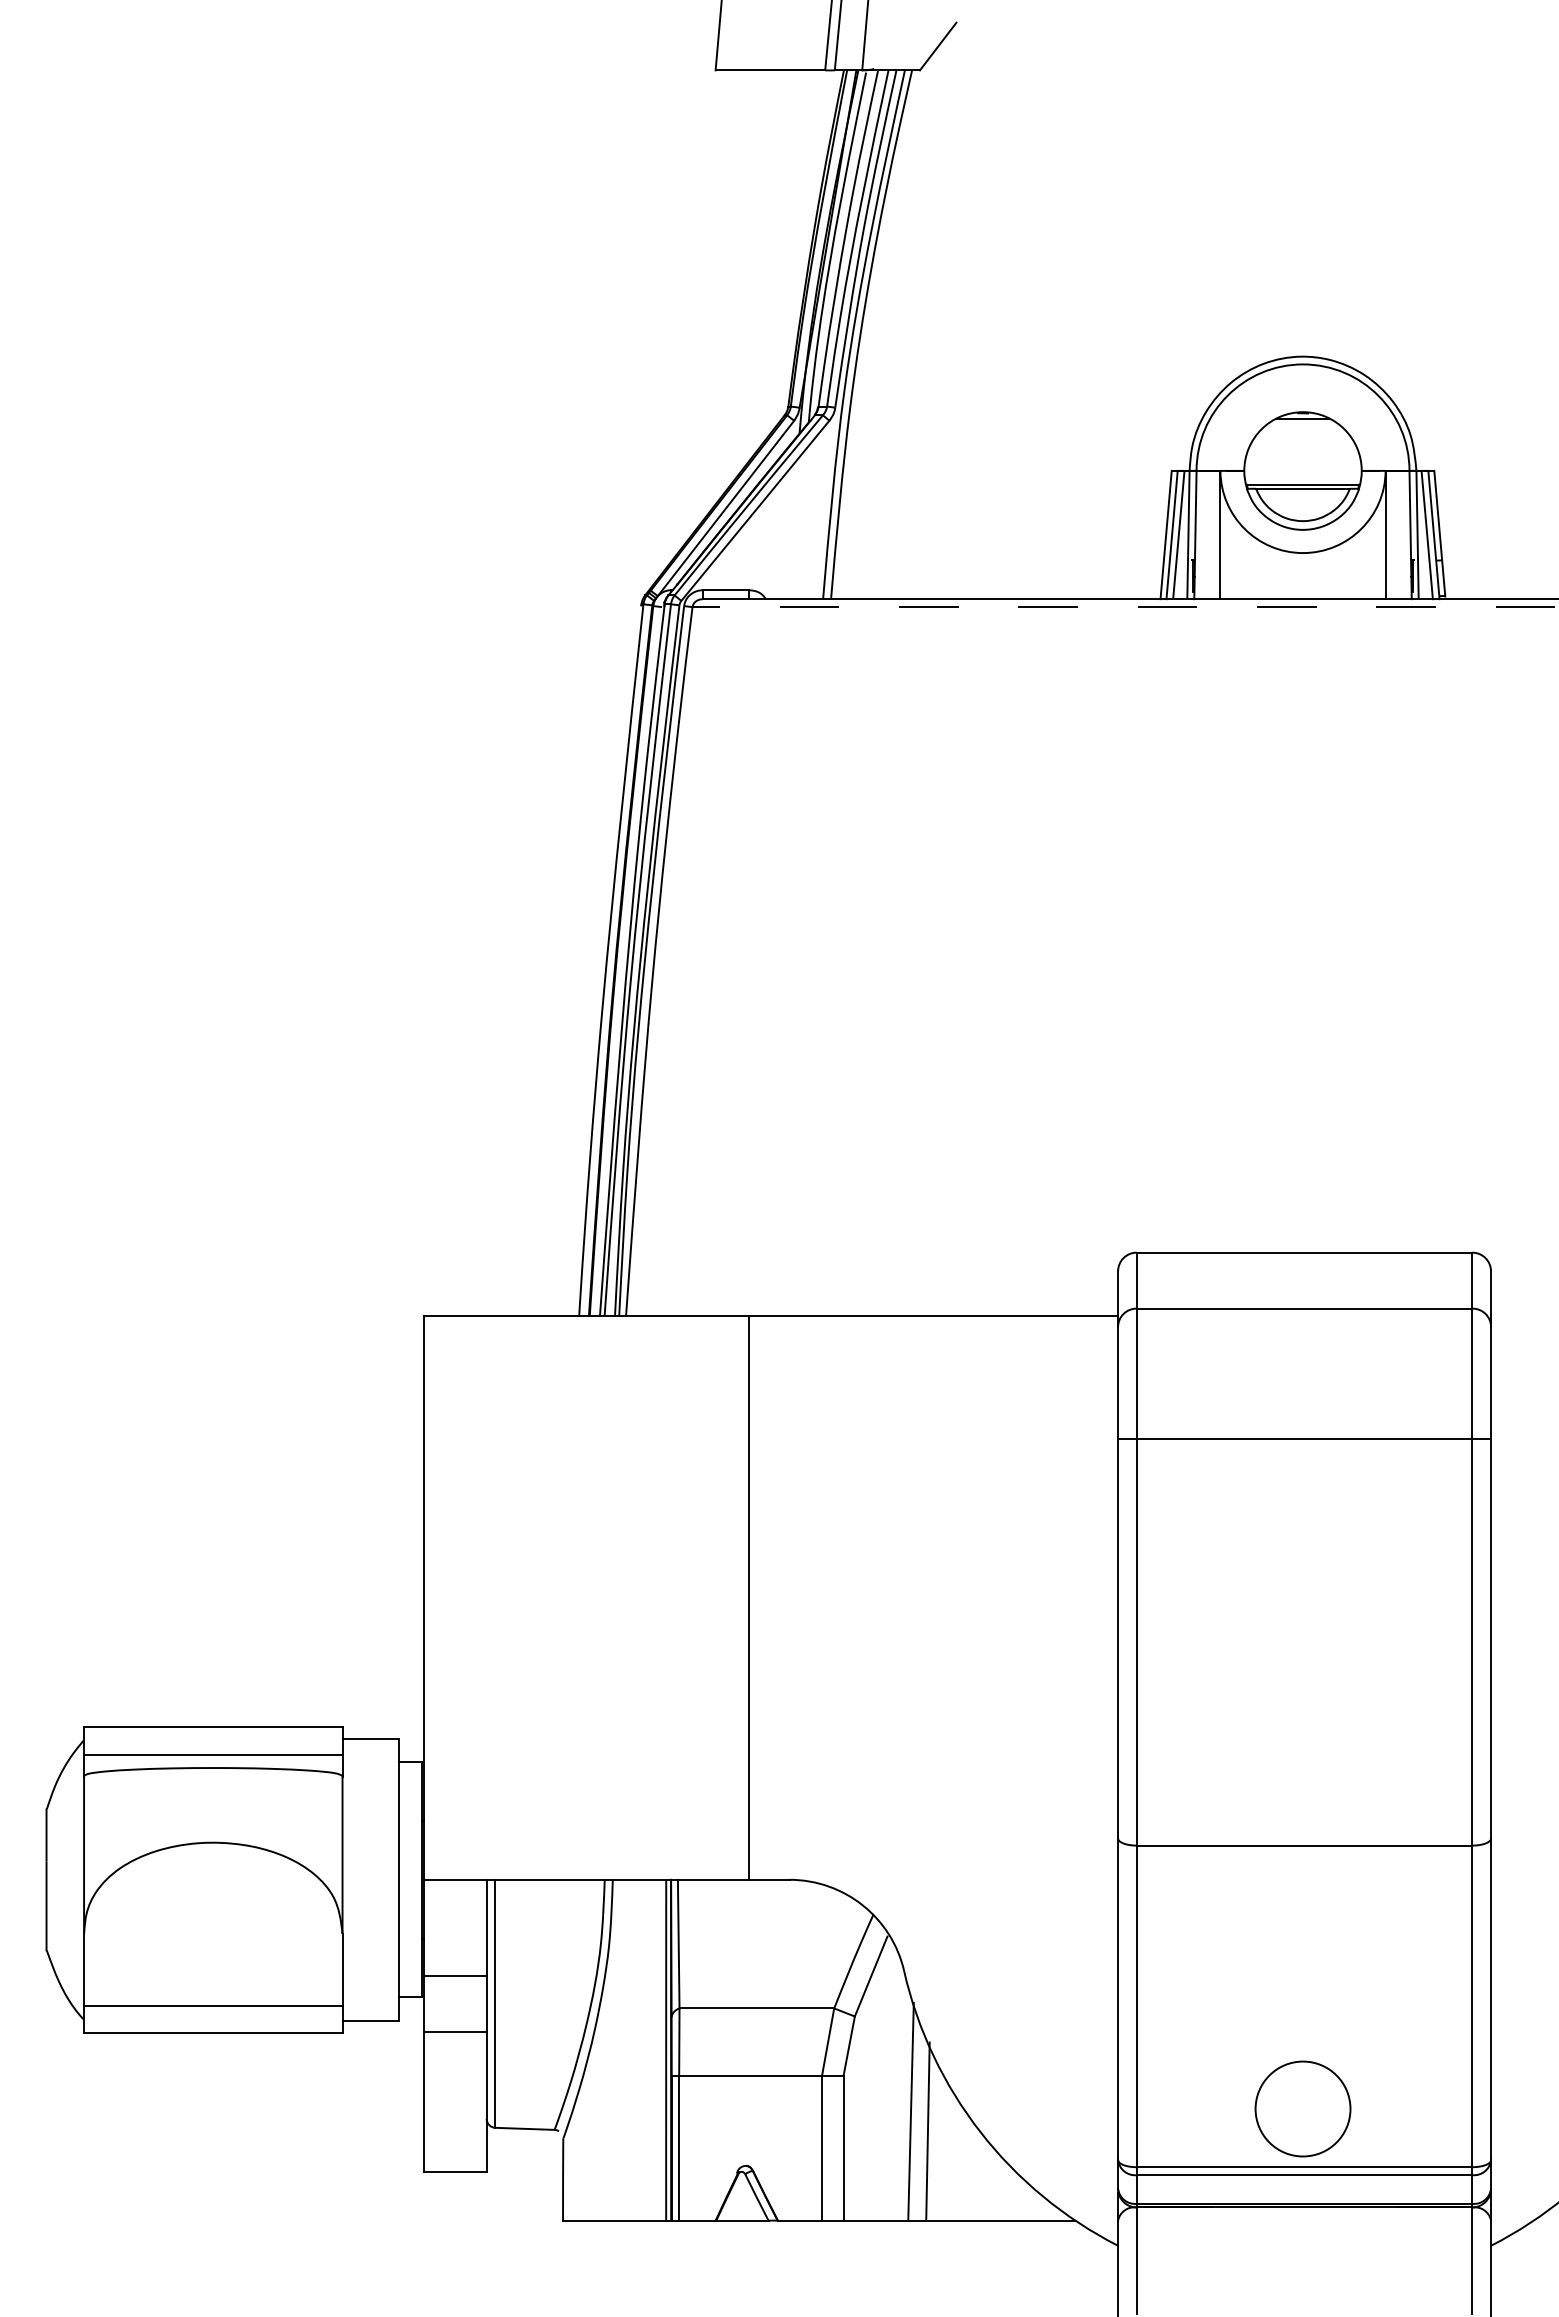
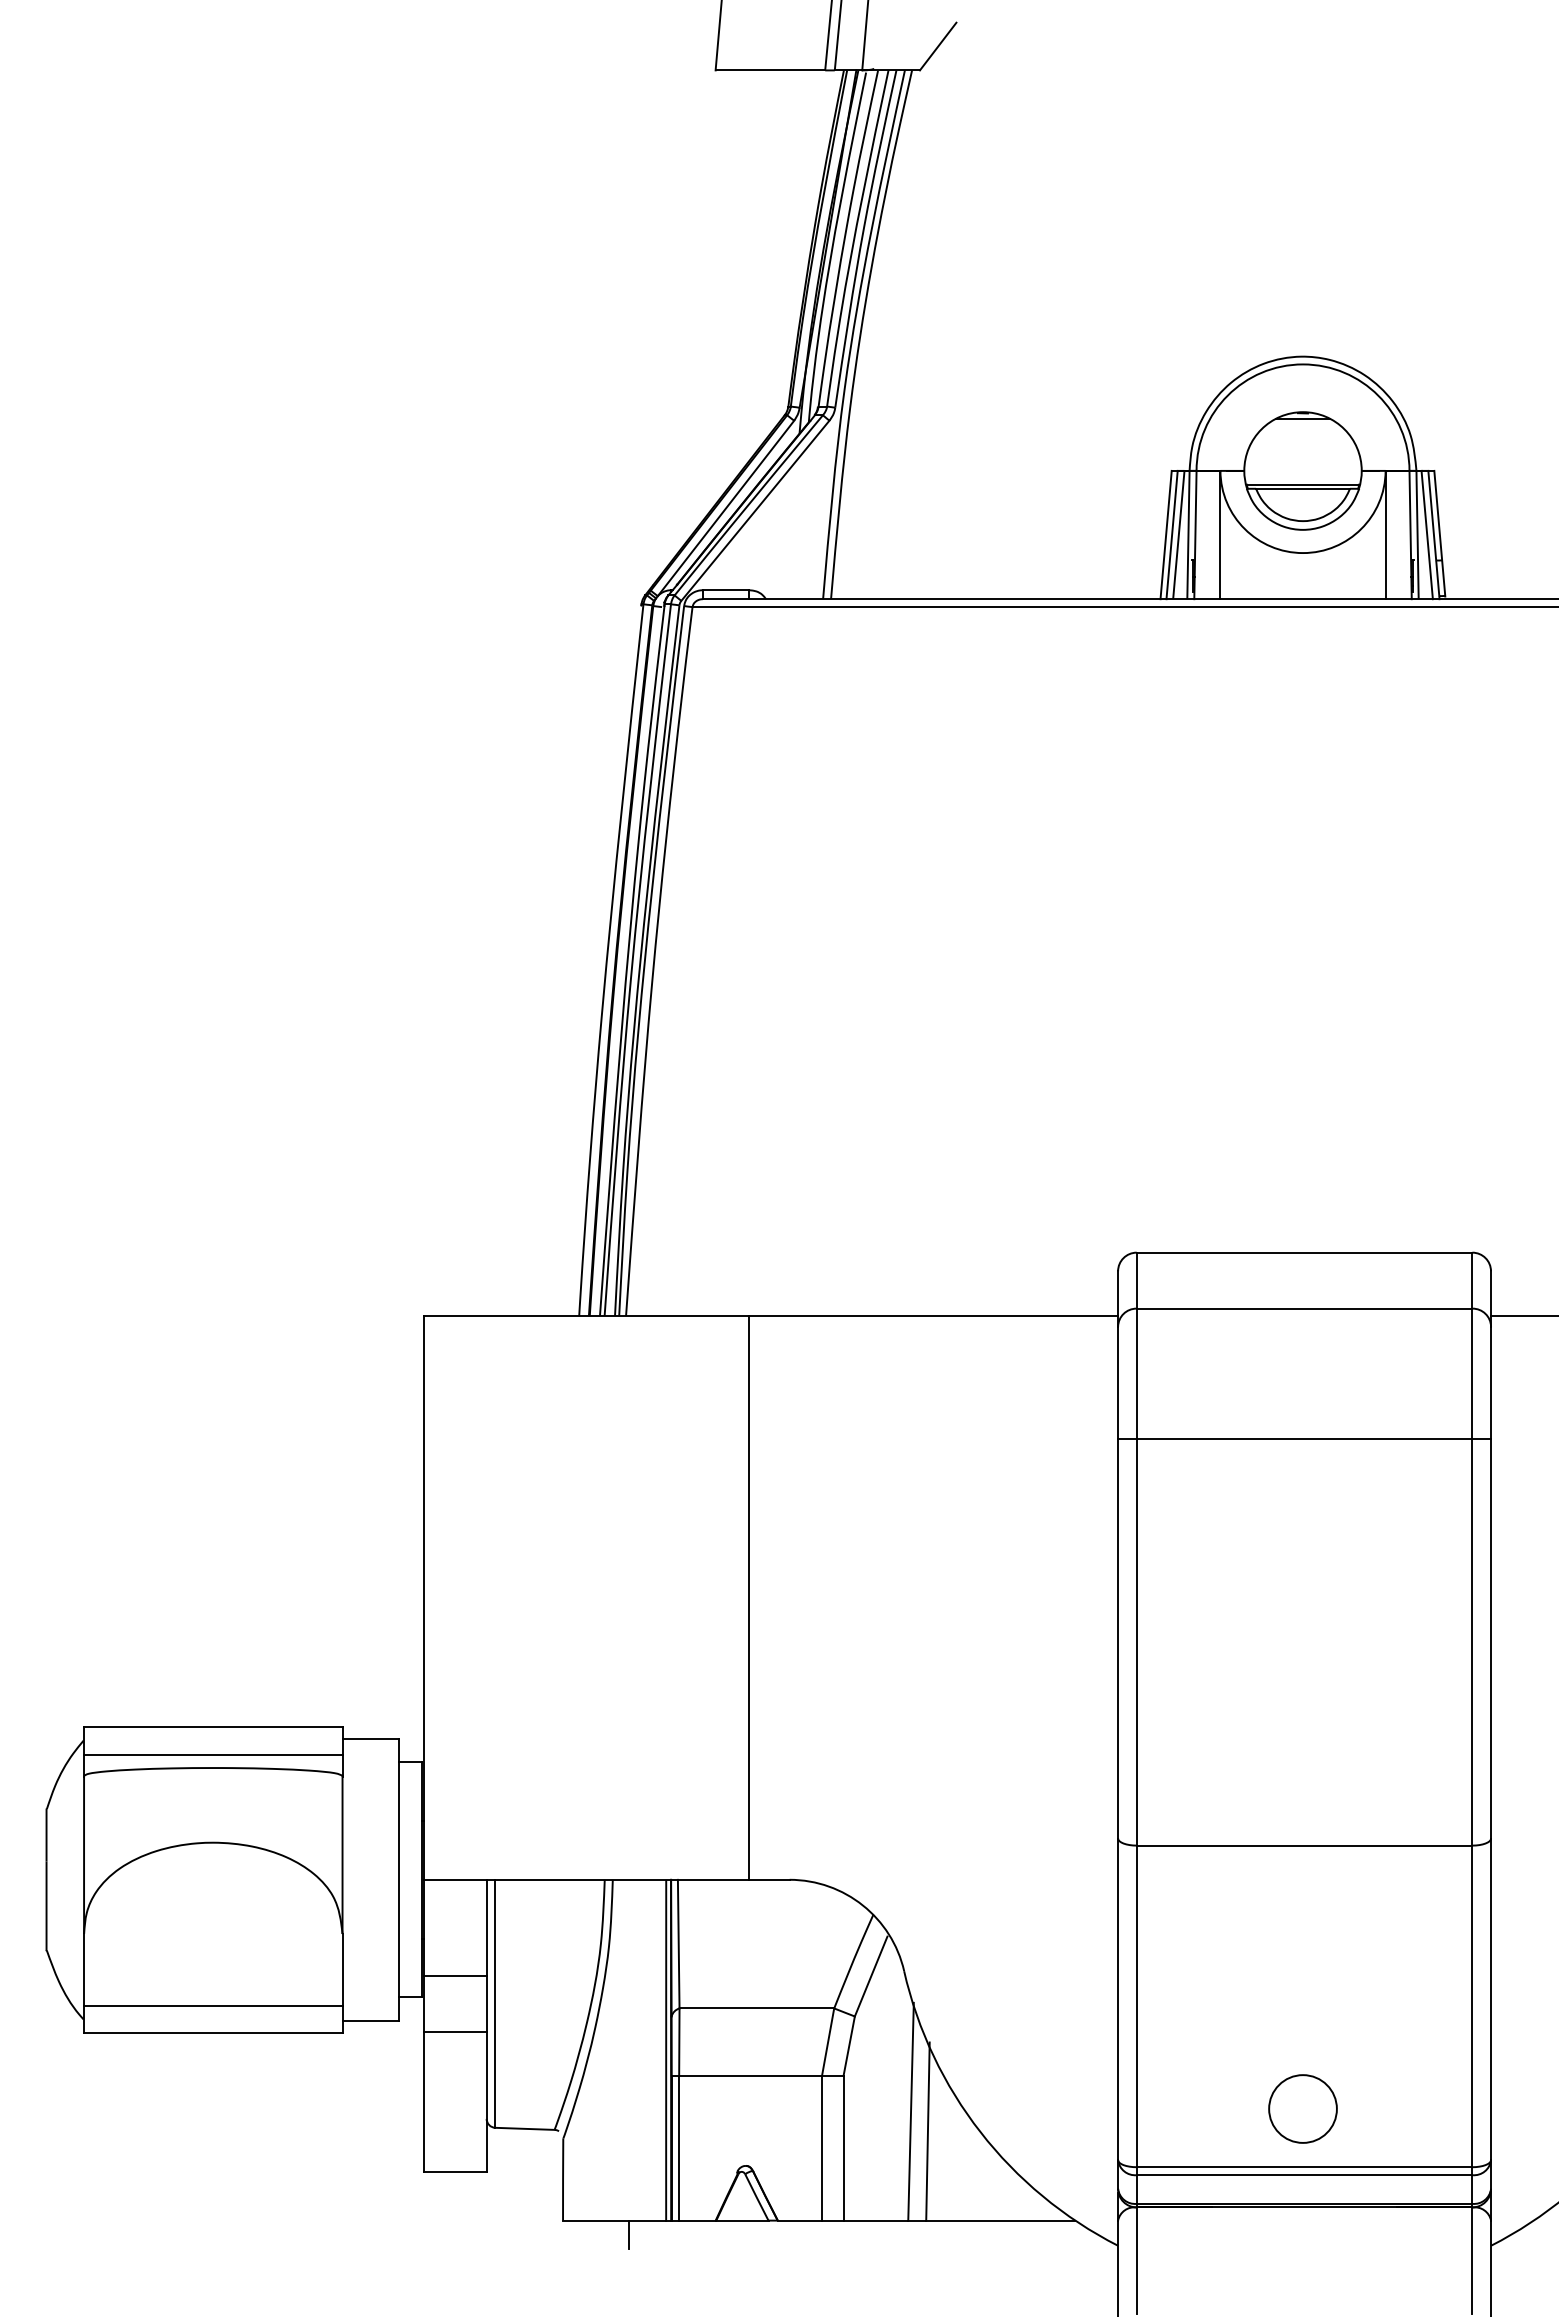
line at (1125, 607): dashed -> solid
line at (1523, 1315): none -> present
circle at (1302, 2108) size: 98x98 px -> 70x70 px
line at (629, 2234): none -> present
